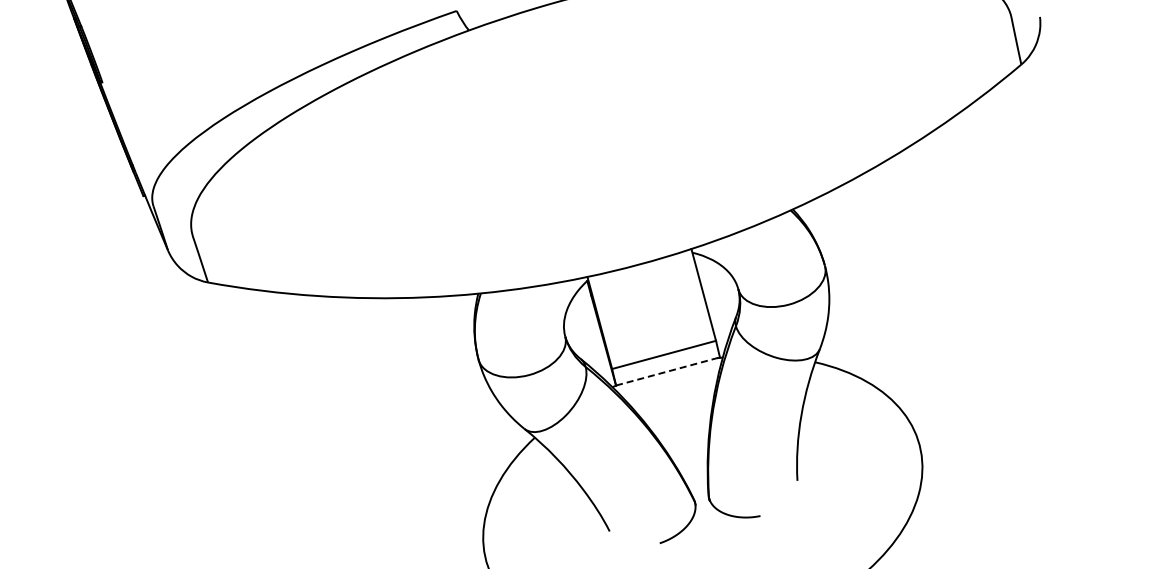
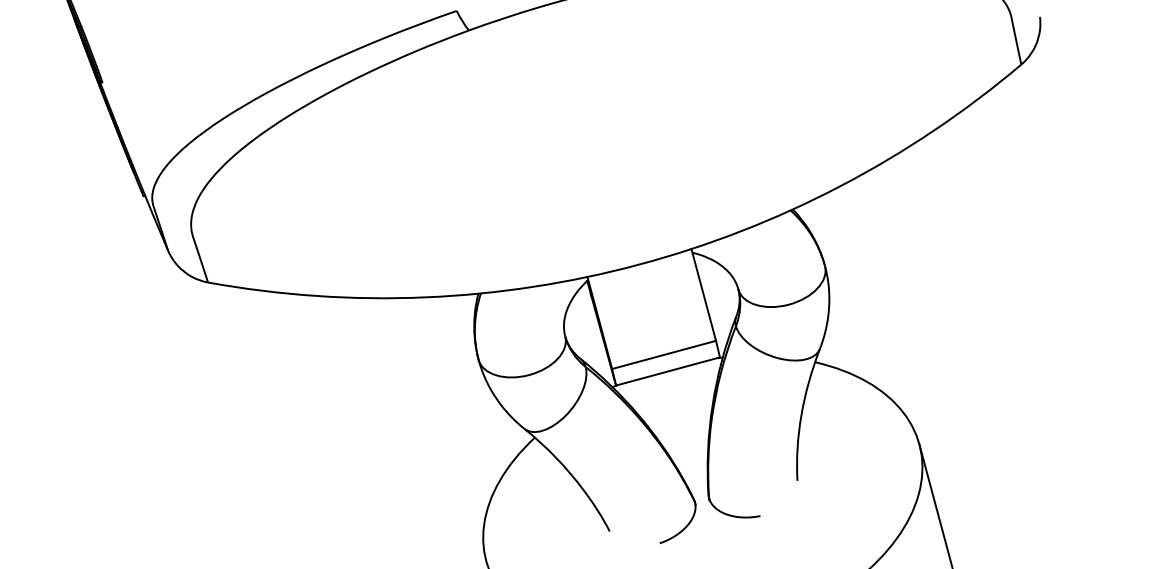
line at (668, 371): dashed -> solid
line at (935, 504): none -> present
